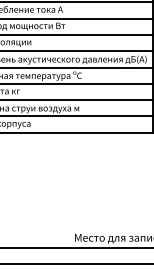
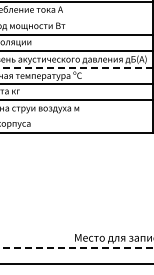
line at (76, 18): present -> none
line at (76, 67): solid -> dashed
line at (76, 116): present -> none
line at (76, 247): solid -> dashed
